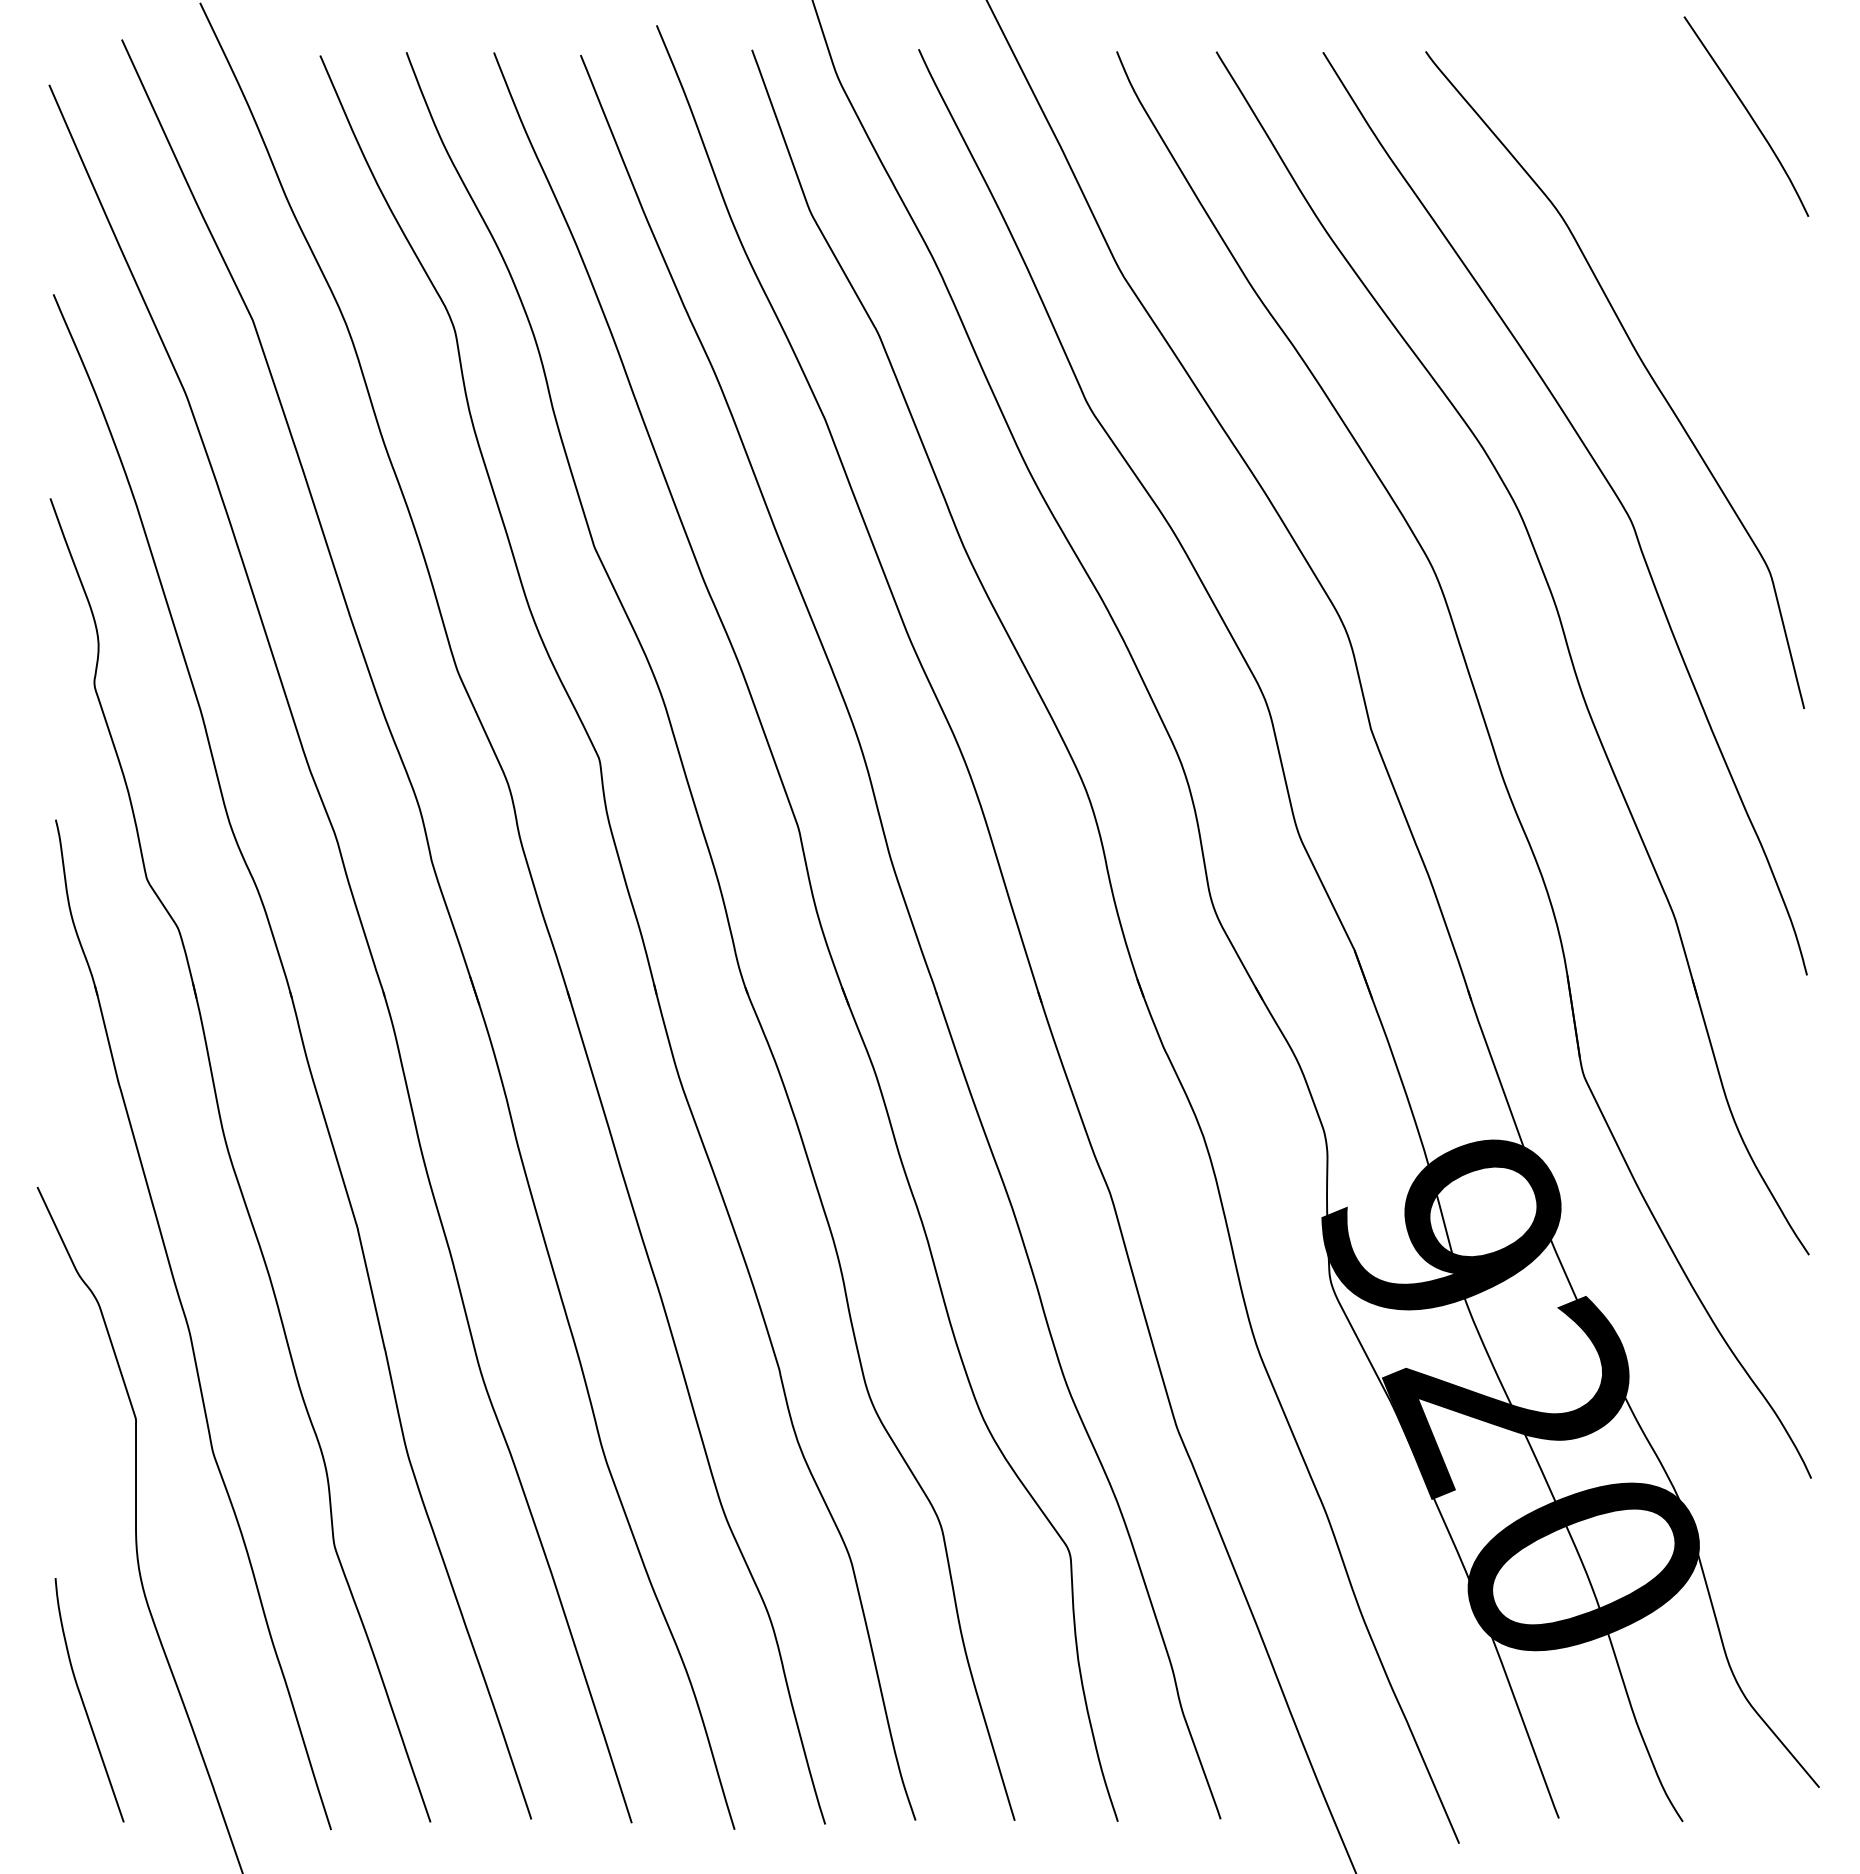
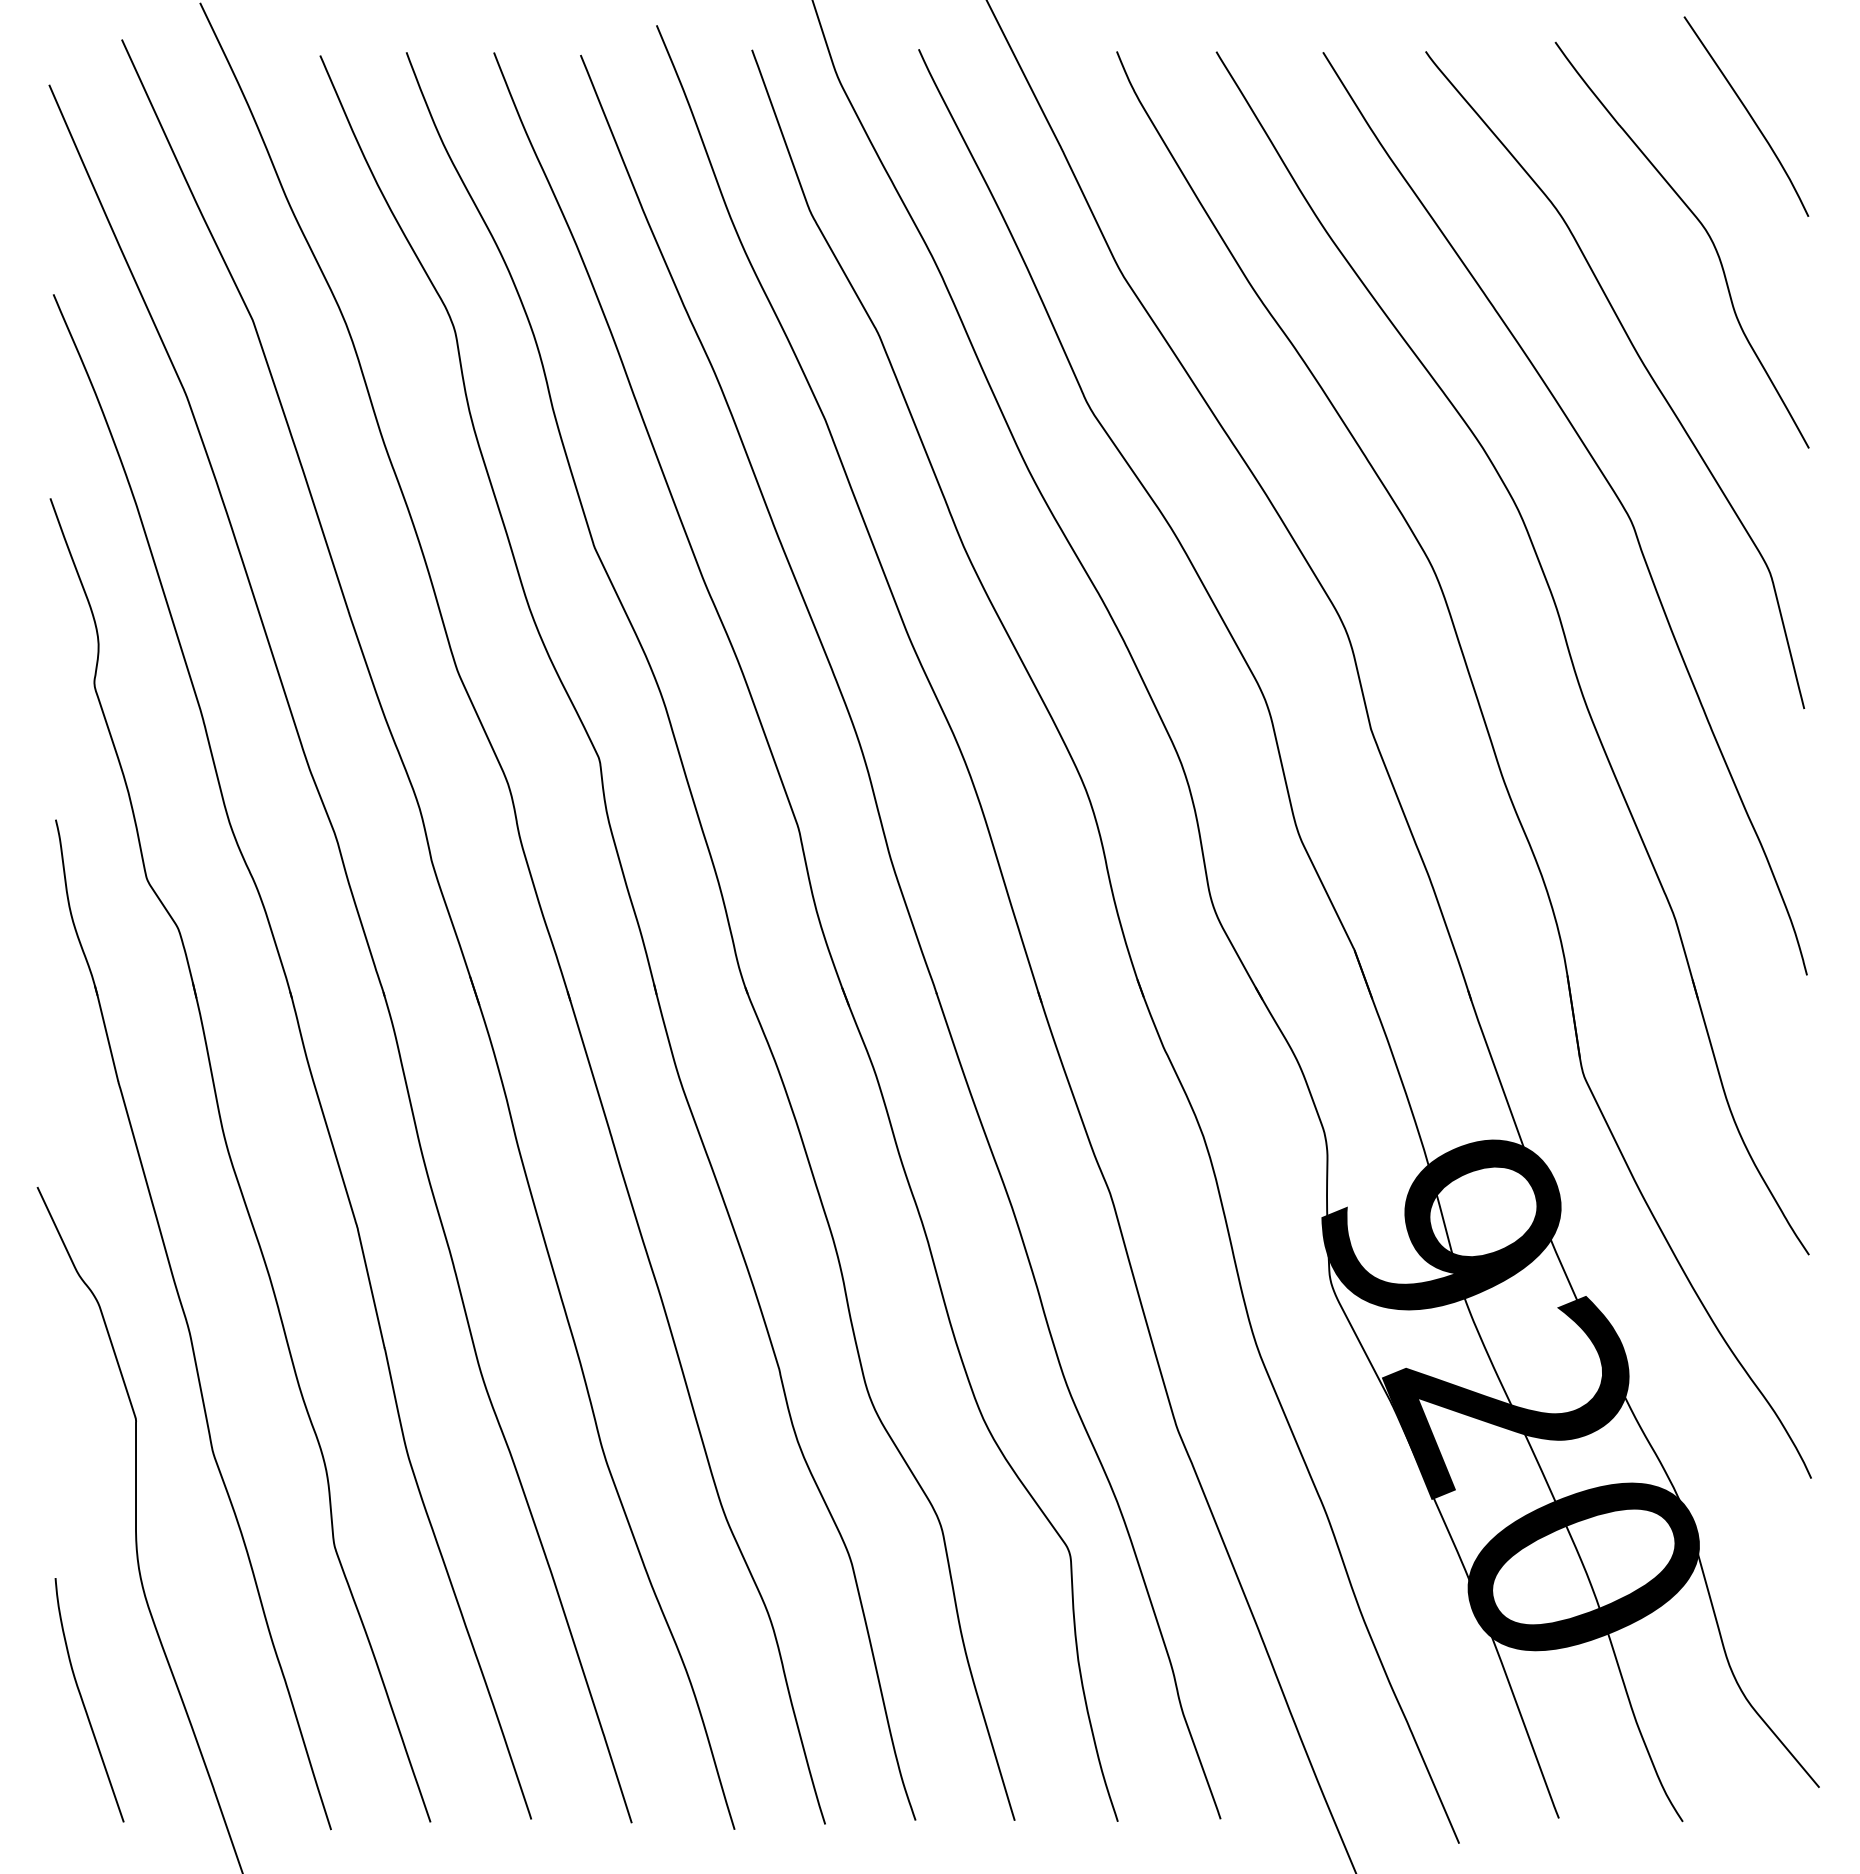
curve at (1702, 227): none -> present
